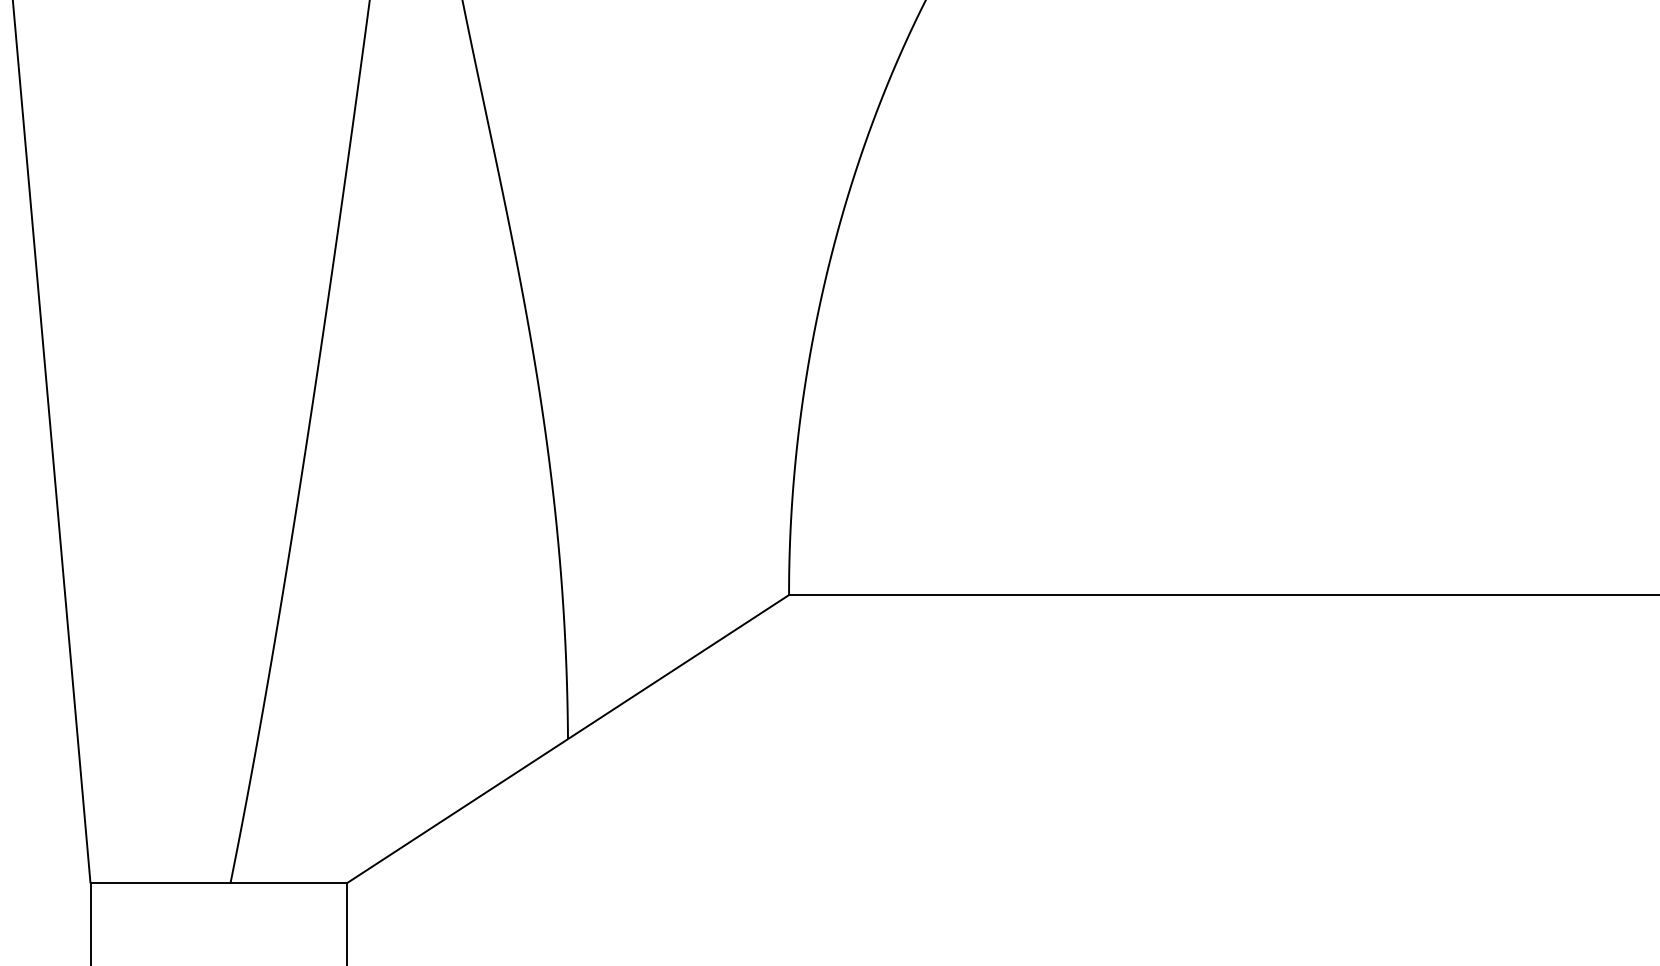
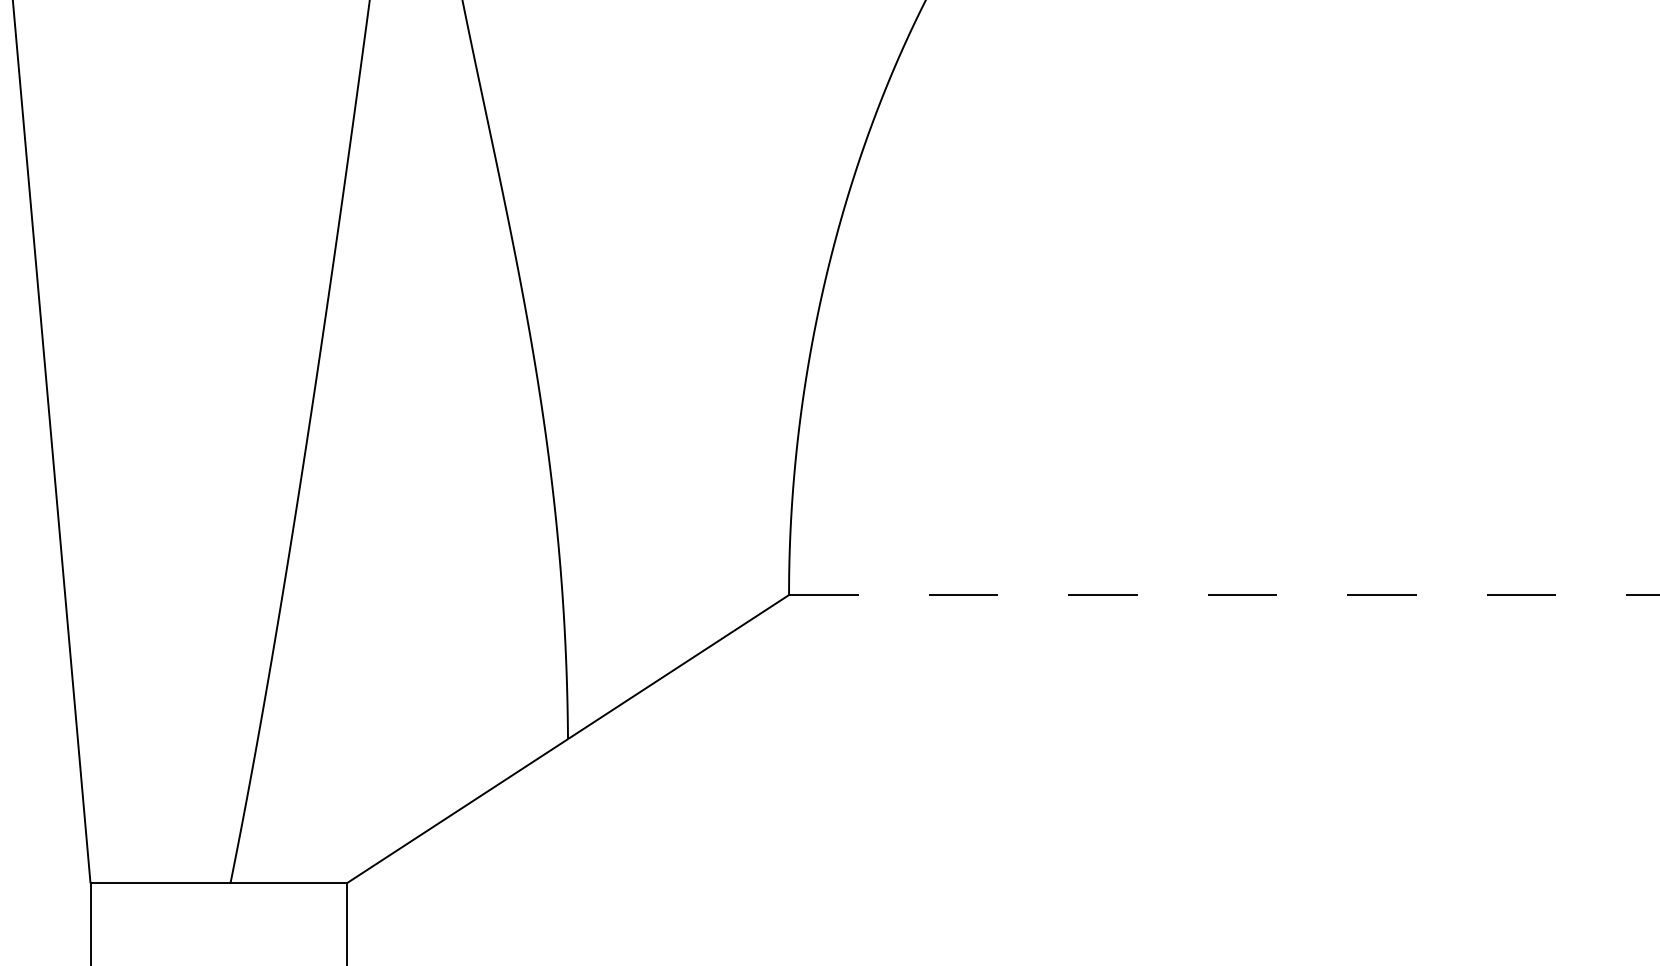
line at (1225, 595): solid -> dashed
